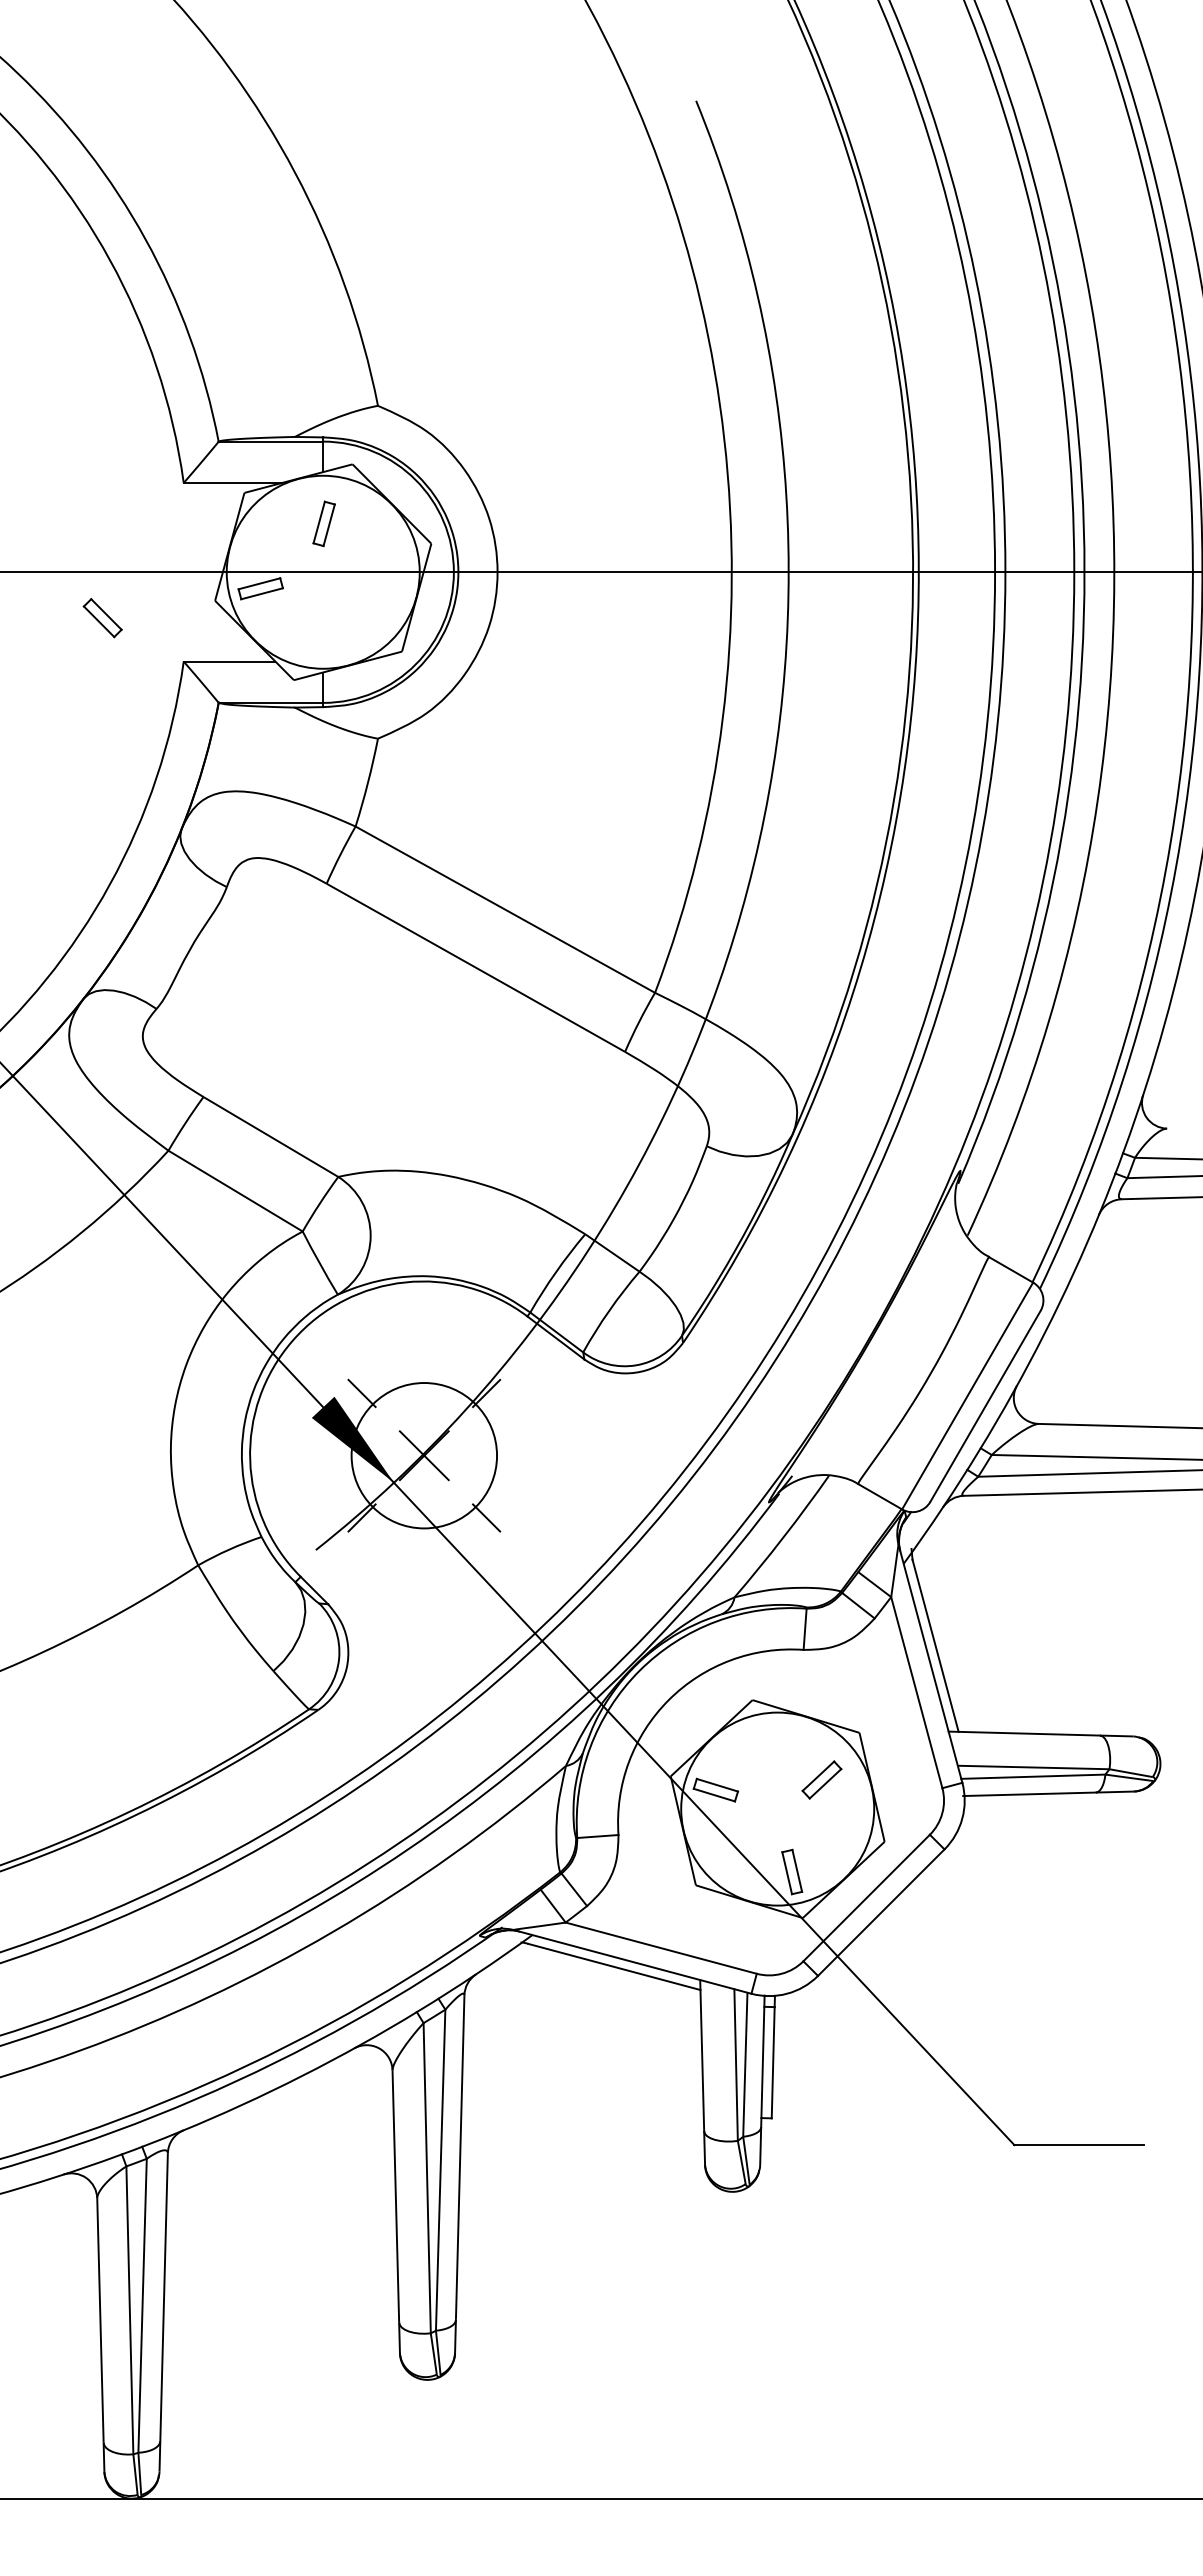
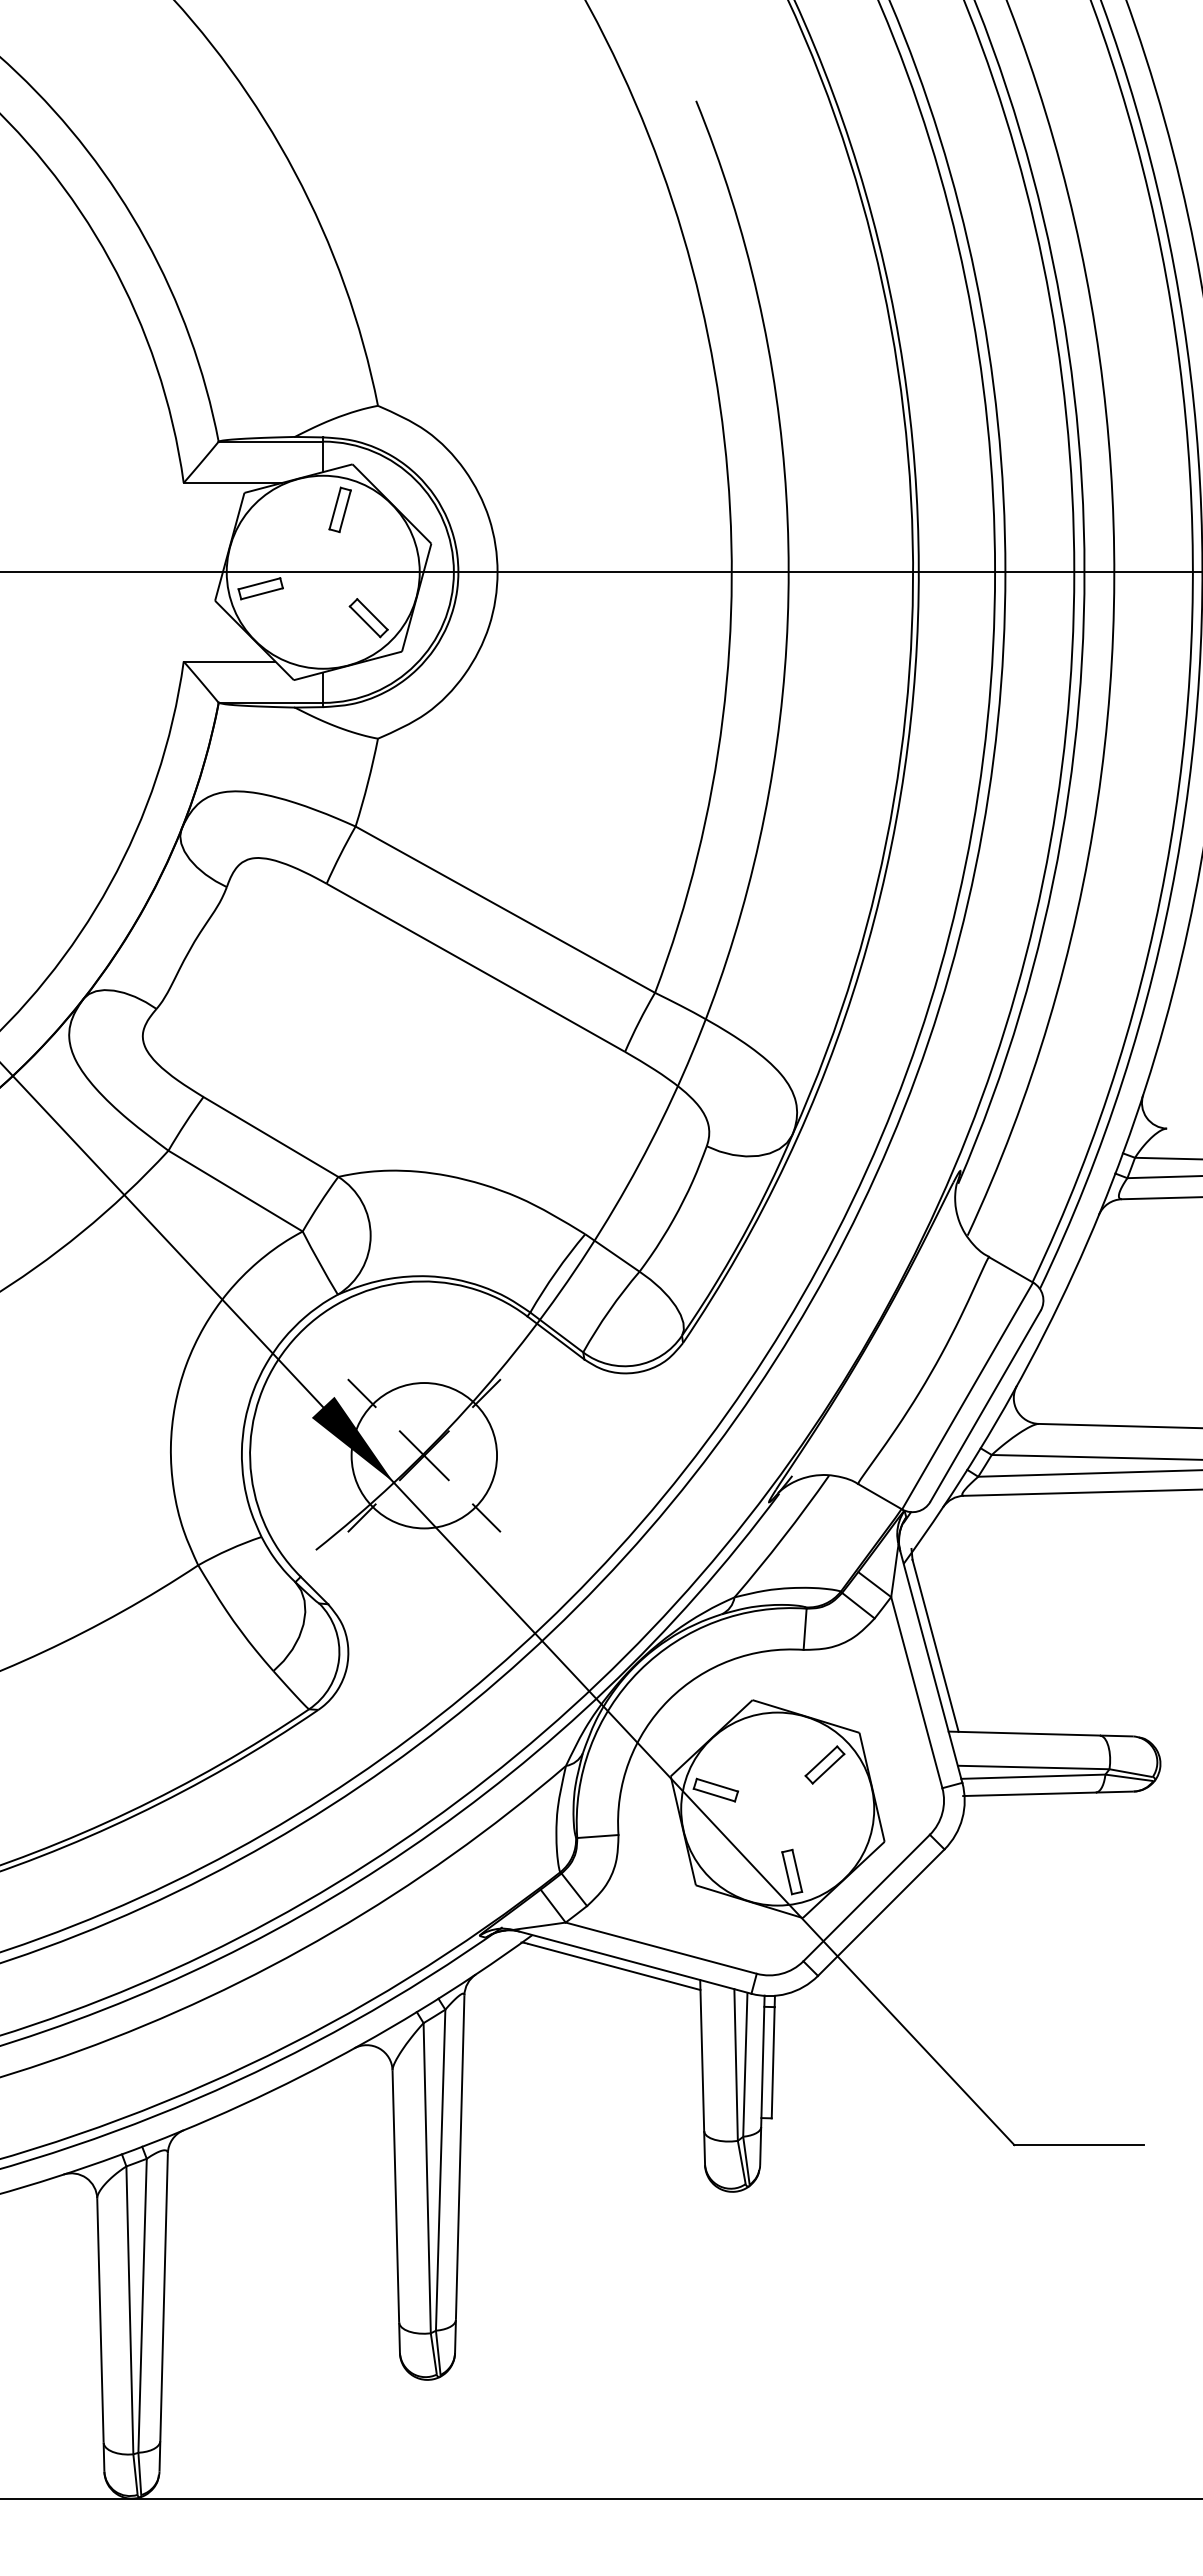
part at (323, 523) position: (323, 523) -> (339, 509)
part at (102, 618) position: (102, 618) -> (368, 618)
part at (821, 1779) position: (821, 1779) -> (824, 1764)
